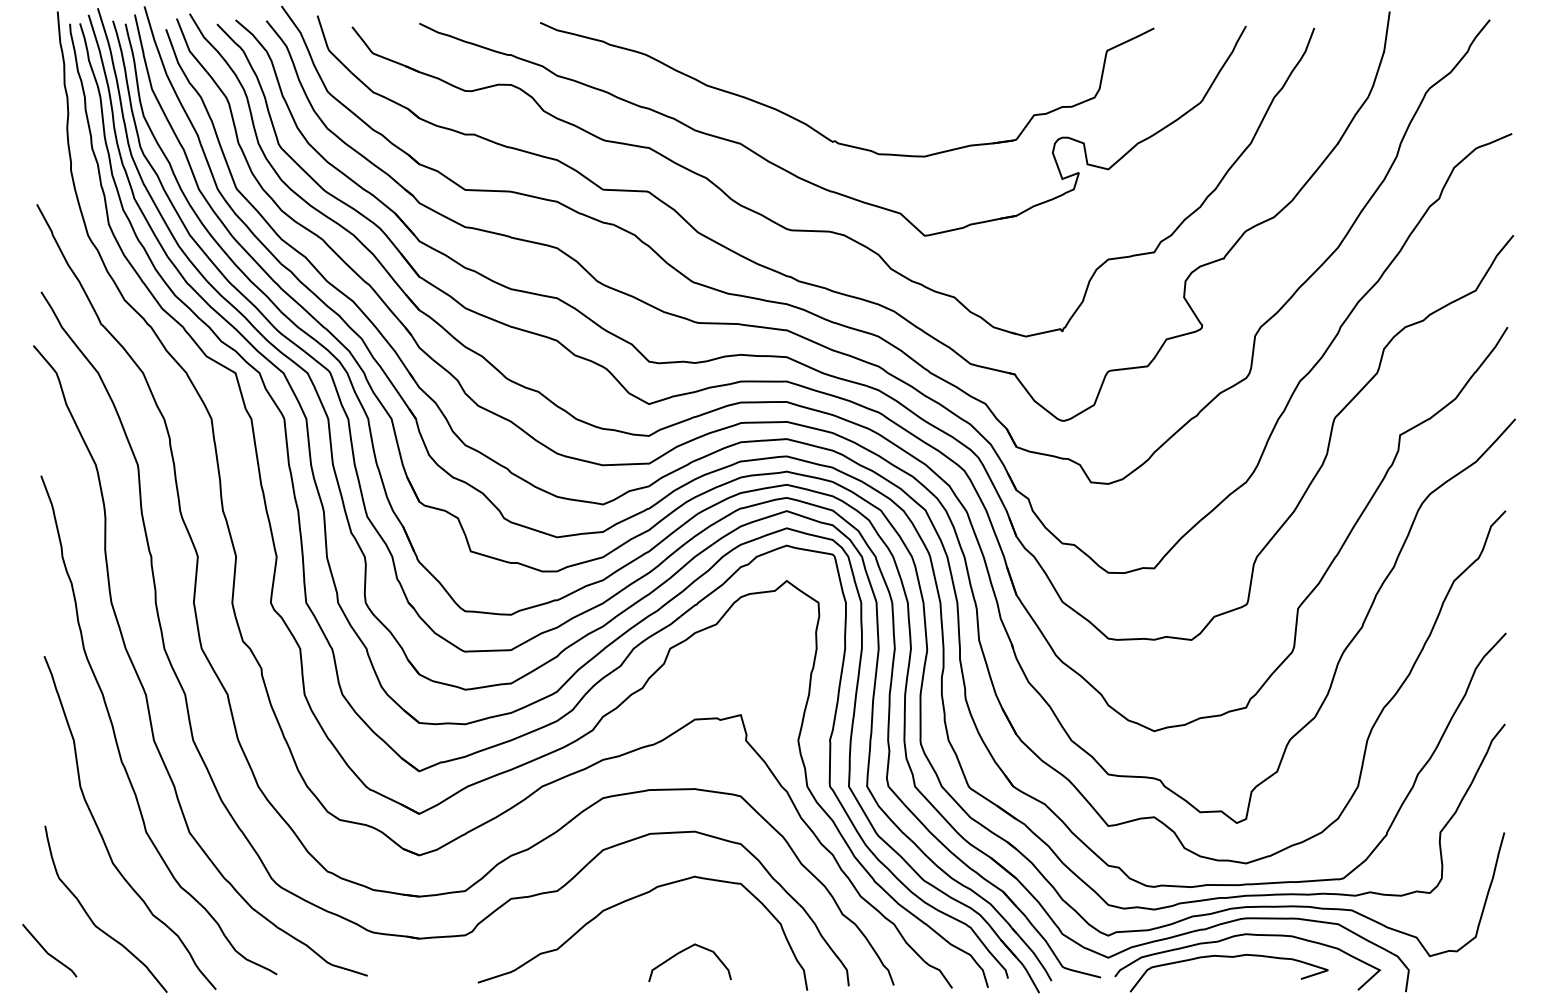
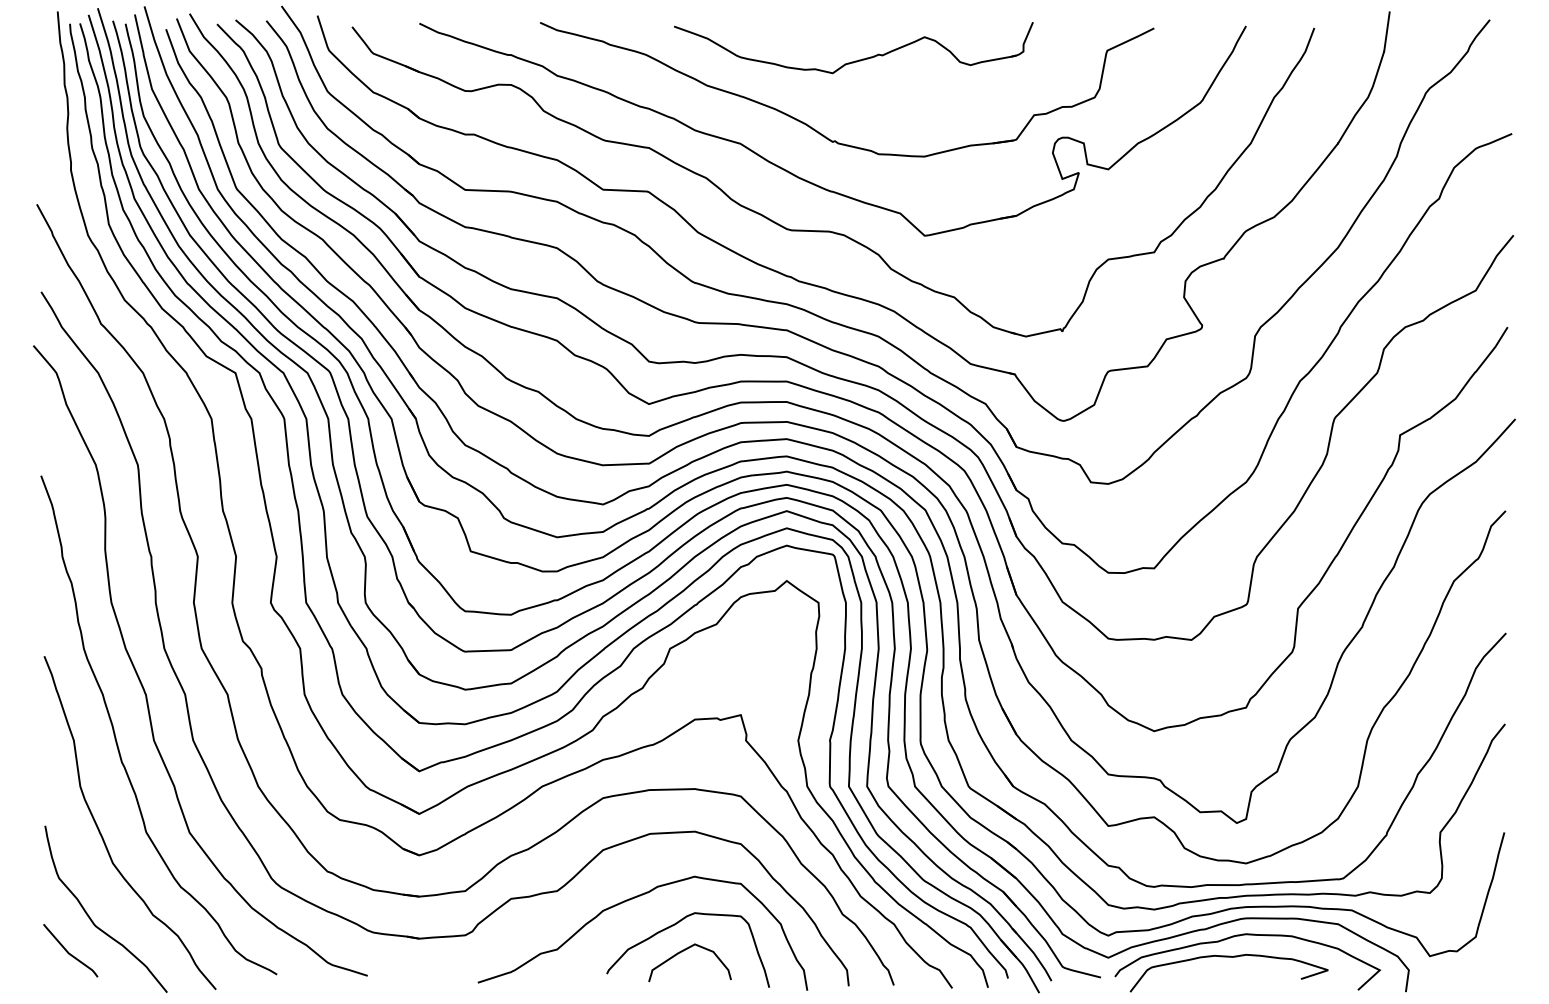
part at (855, 60): none -> present
curve at (675, 925): none -> present
curve at (47, 951) position: (47, 951) -> (68, 951)
